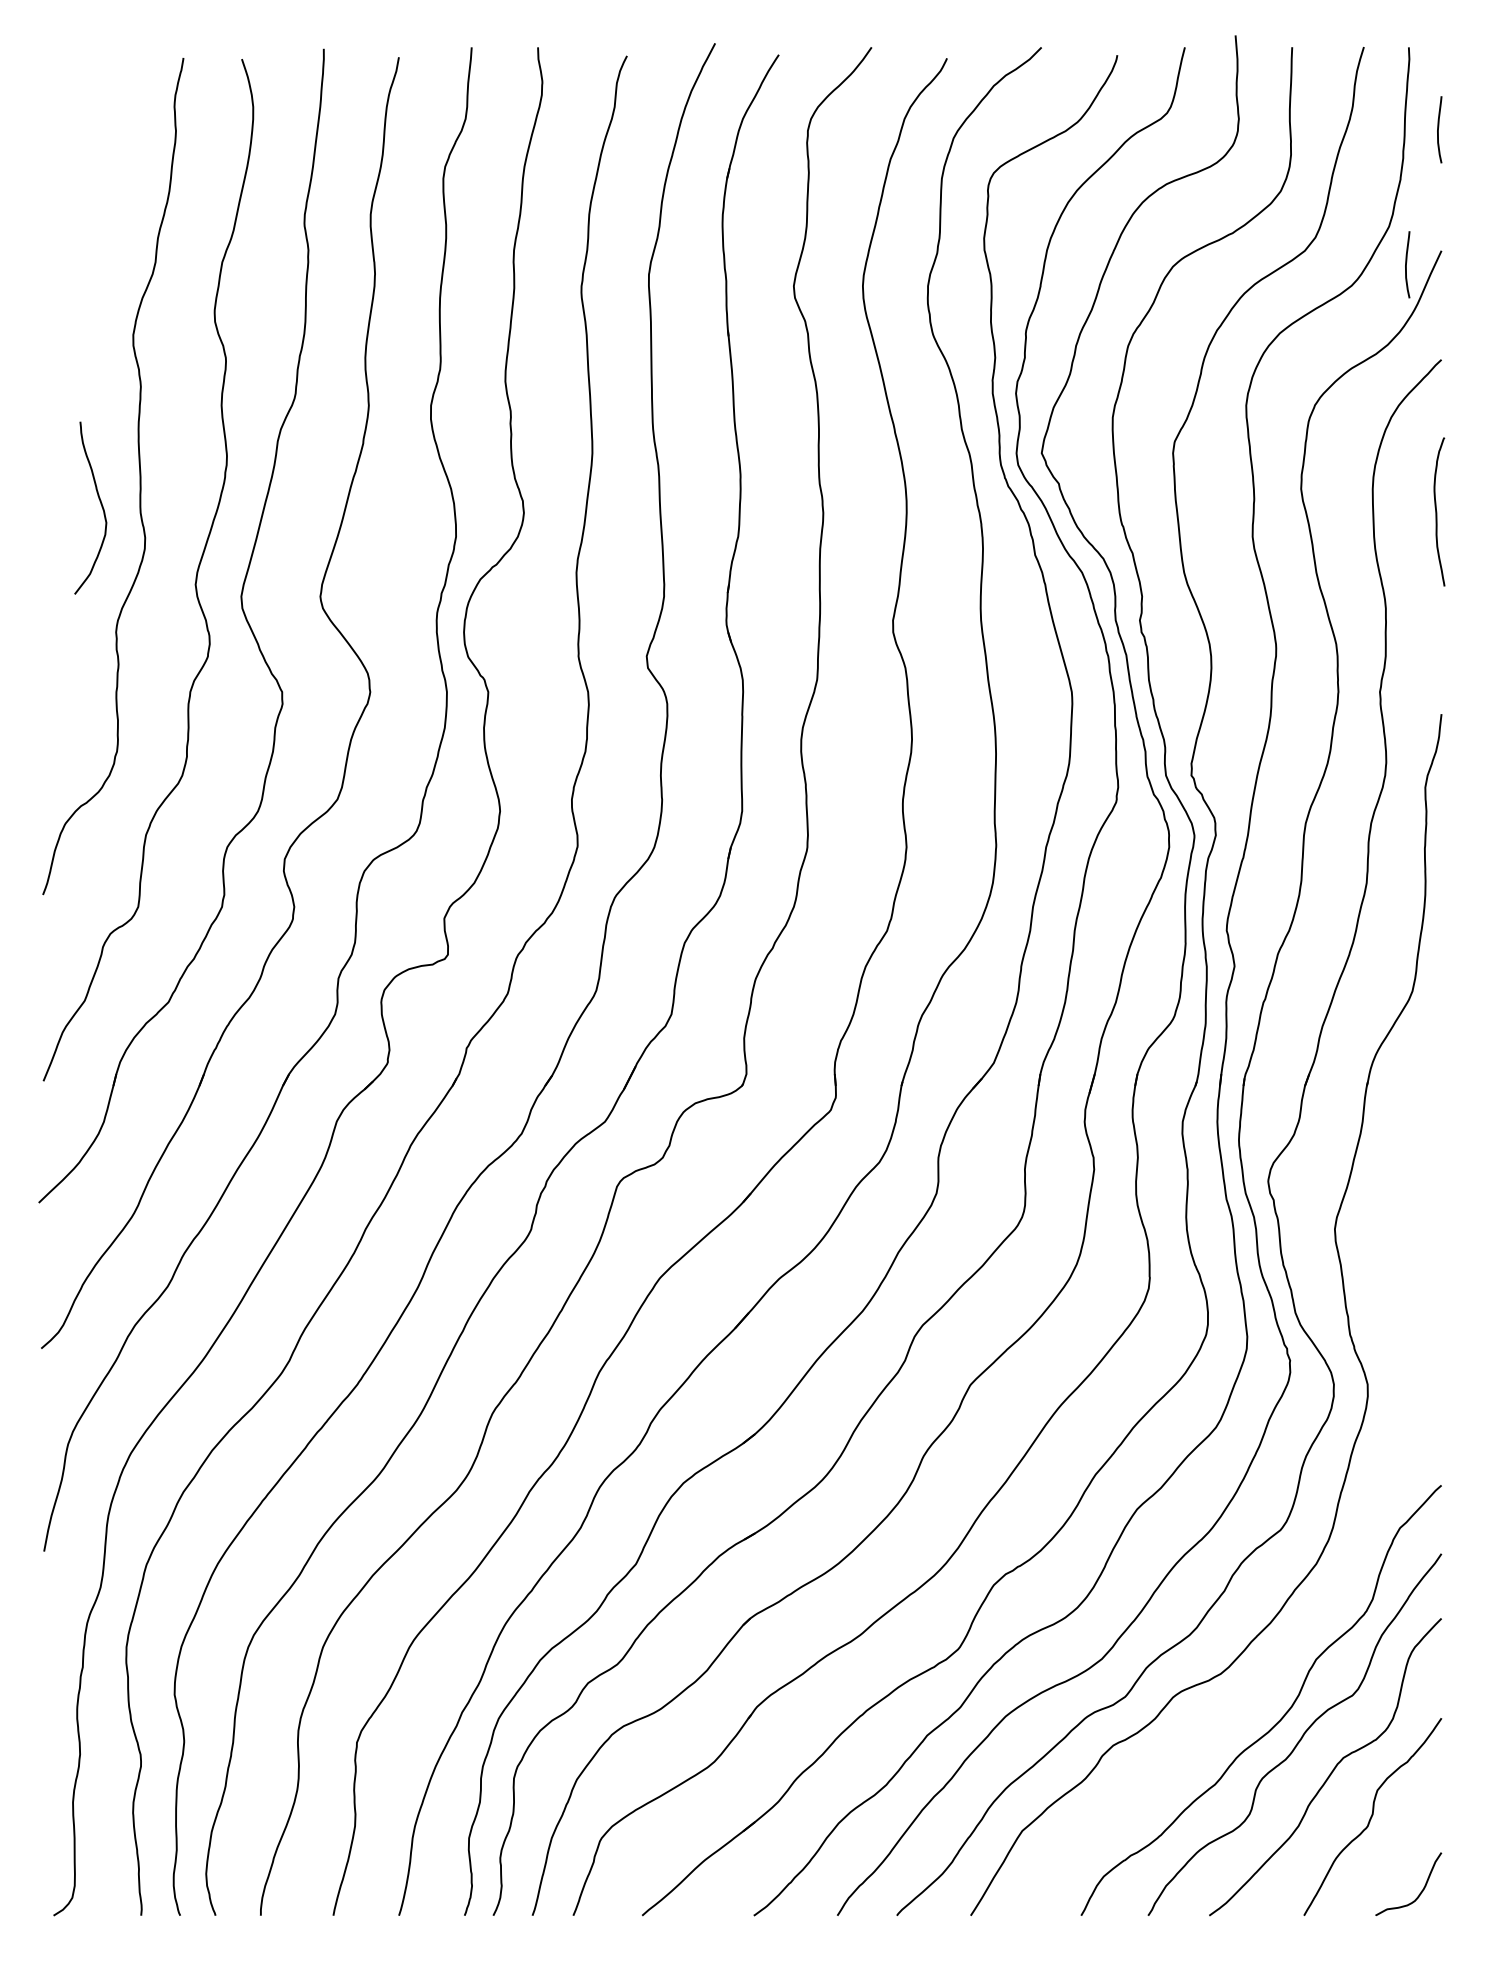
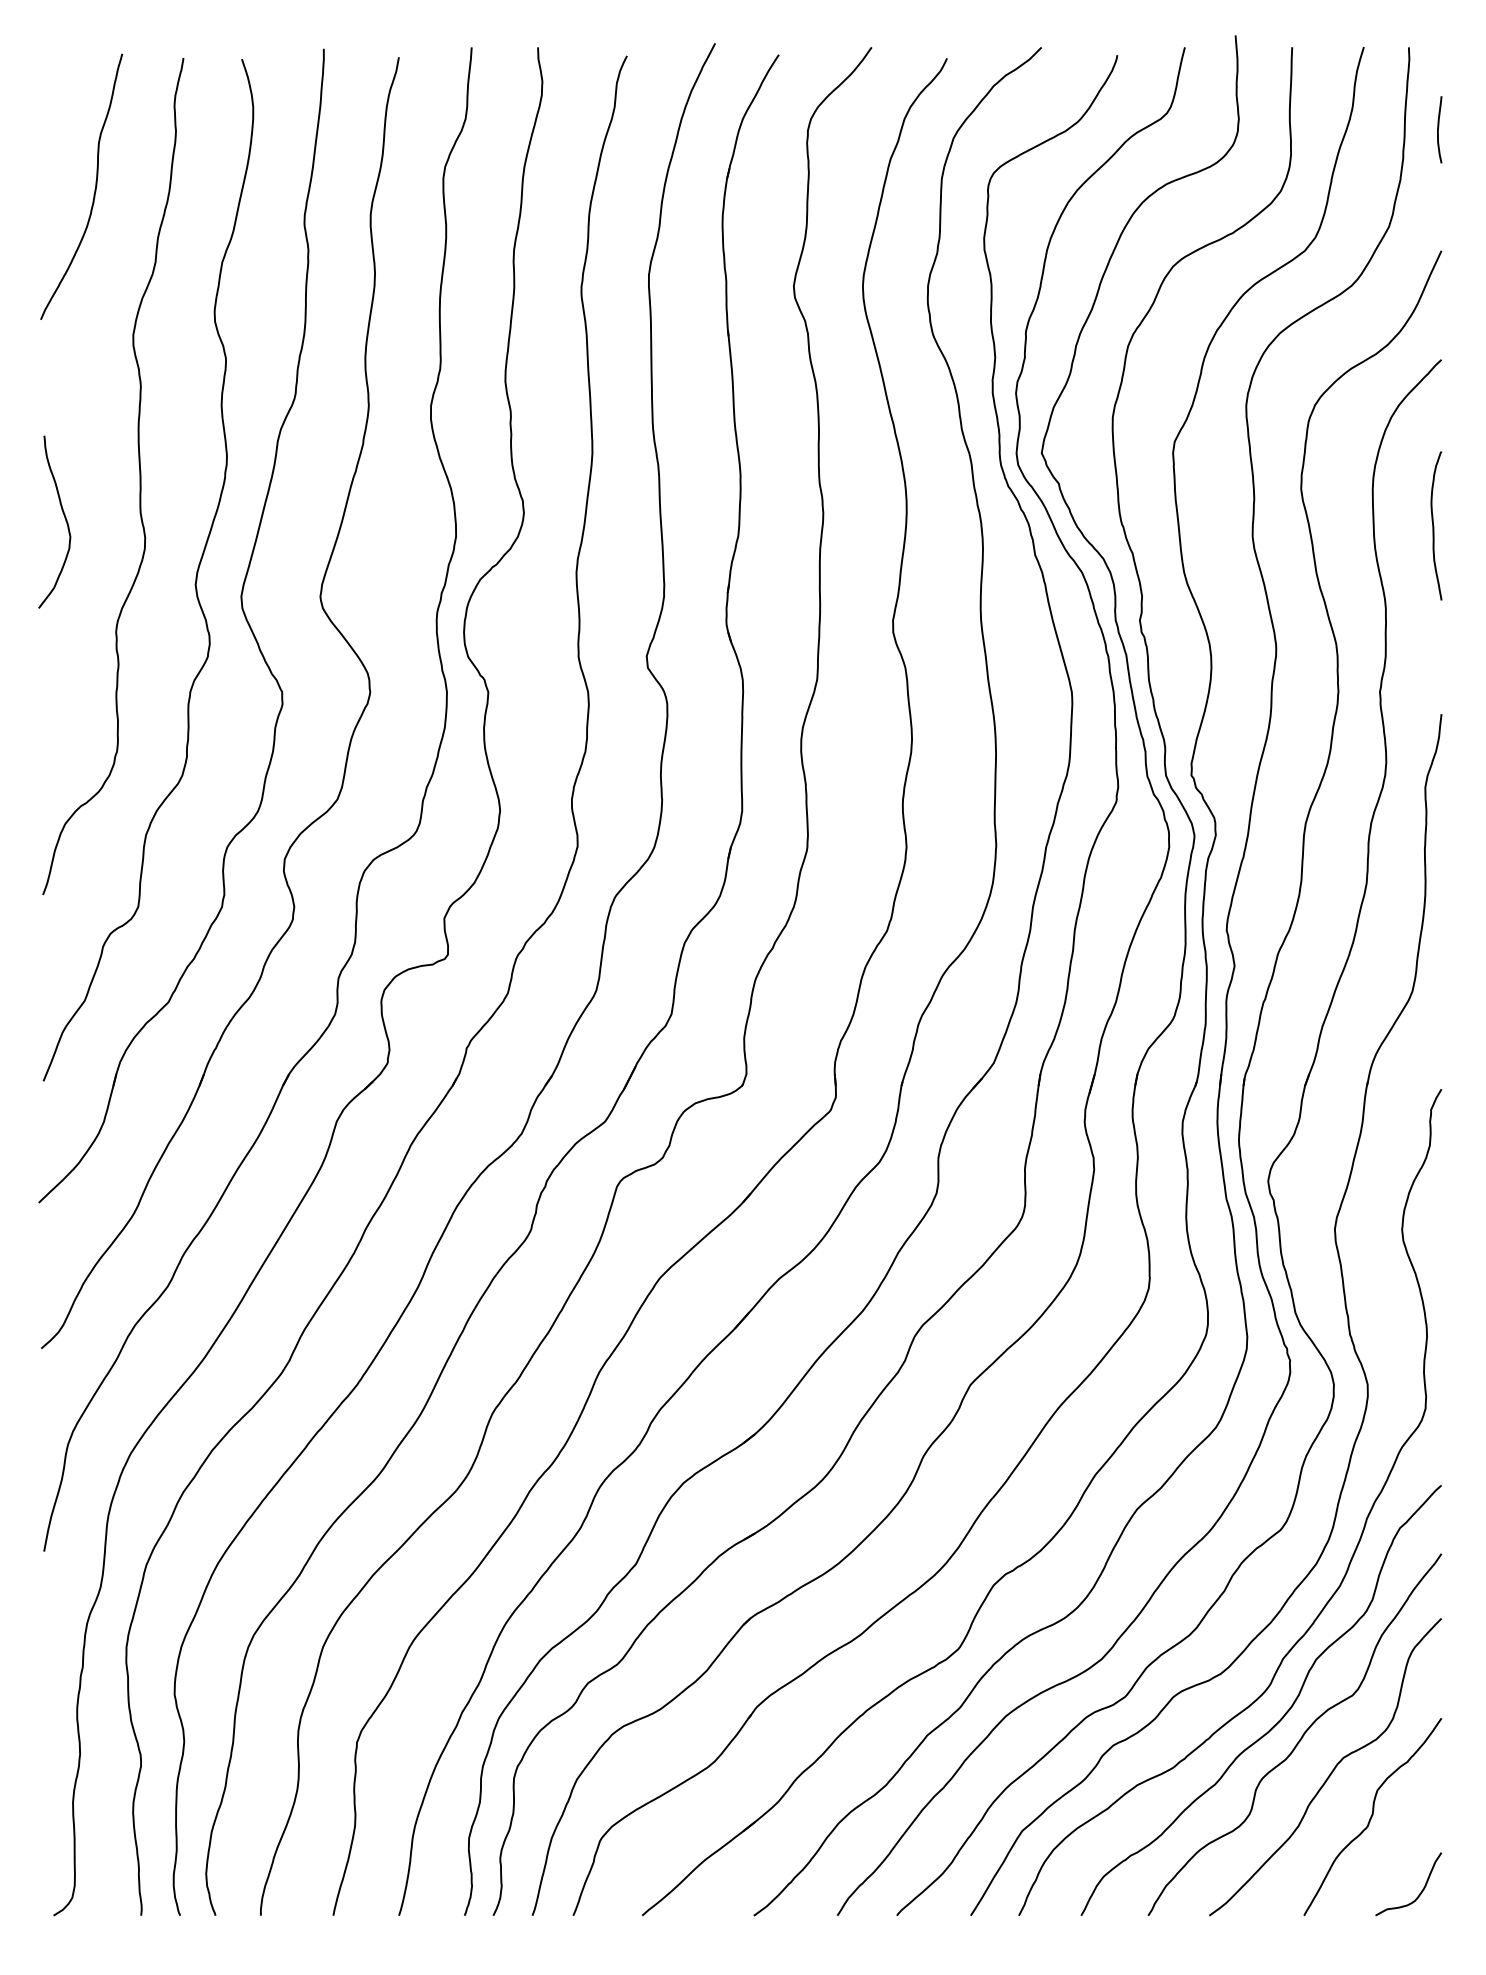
curve at (94, 189): none -> present
curve at (1406, 264): present -> none
curve at (100, 504) position: (100, 504) -> (64, 518)
curve at (1437, 511) position: (1437, 511) -> (1434, 525)
curve at (1351, 1556): none -> present
